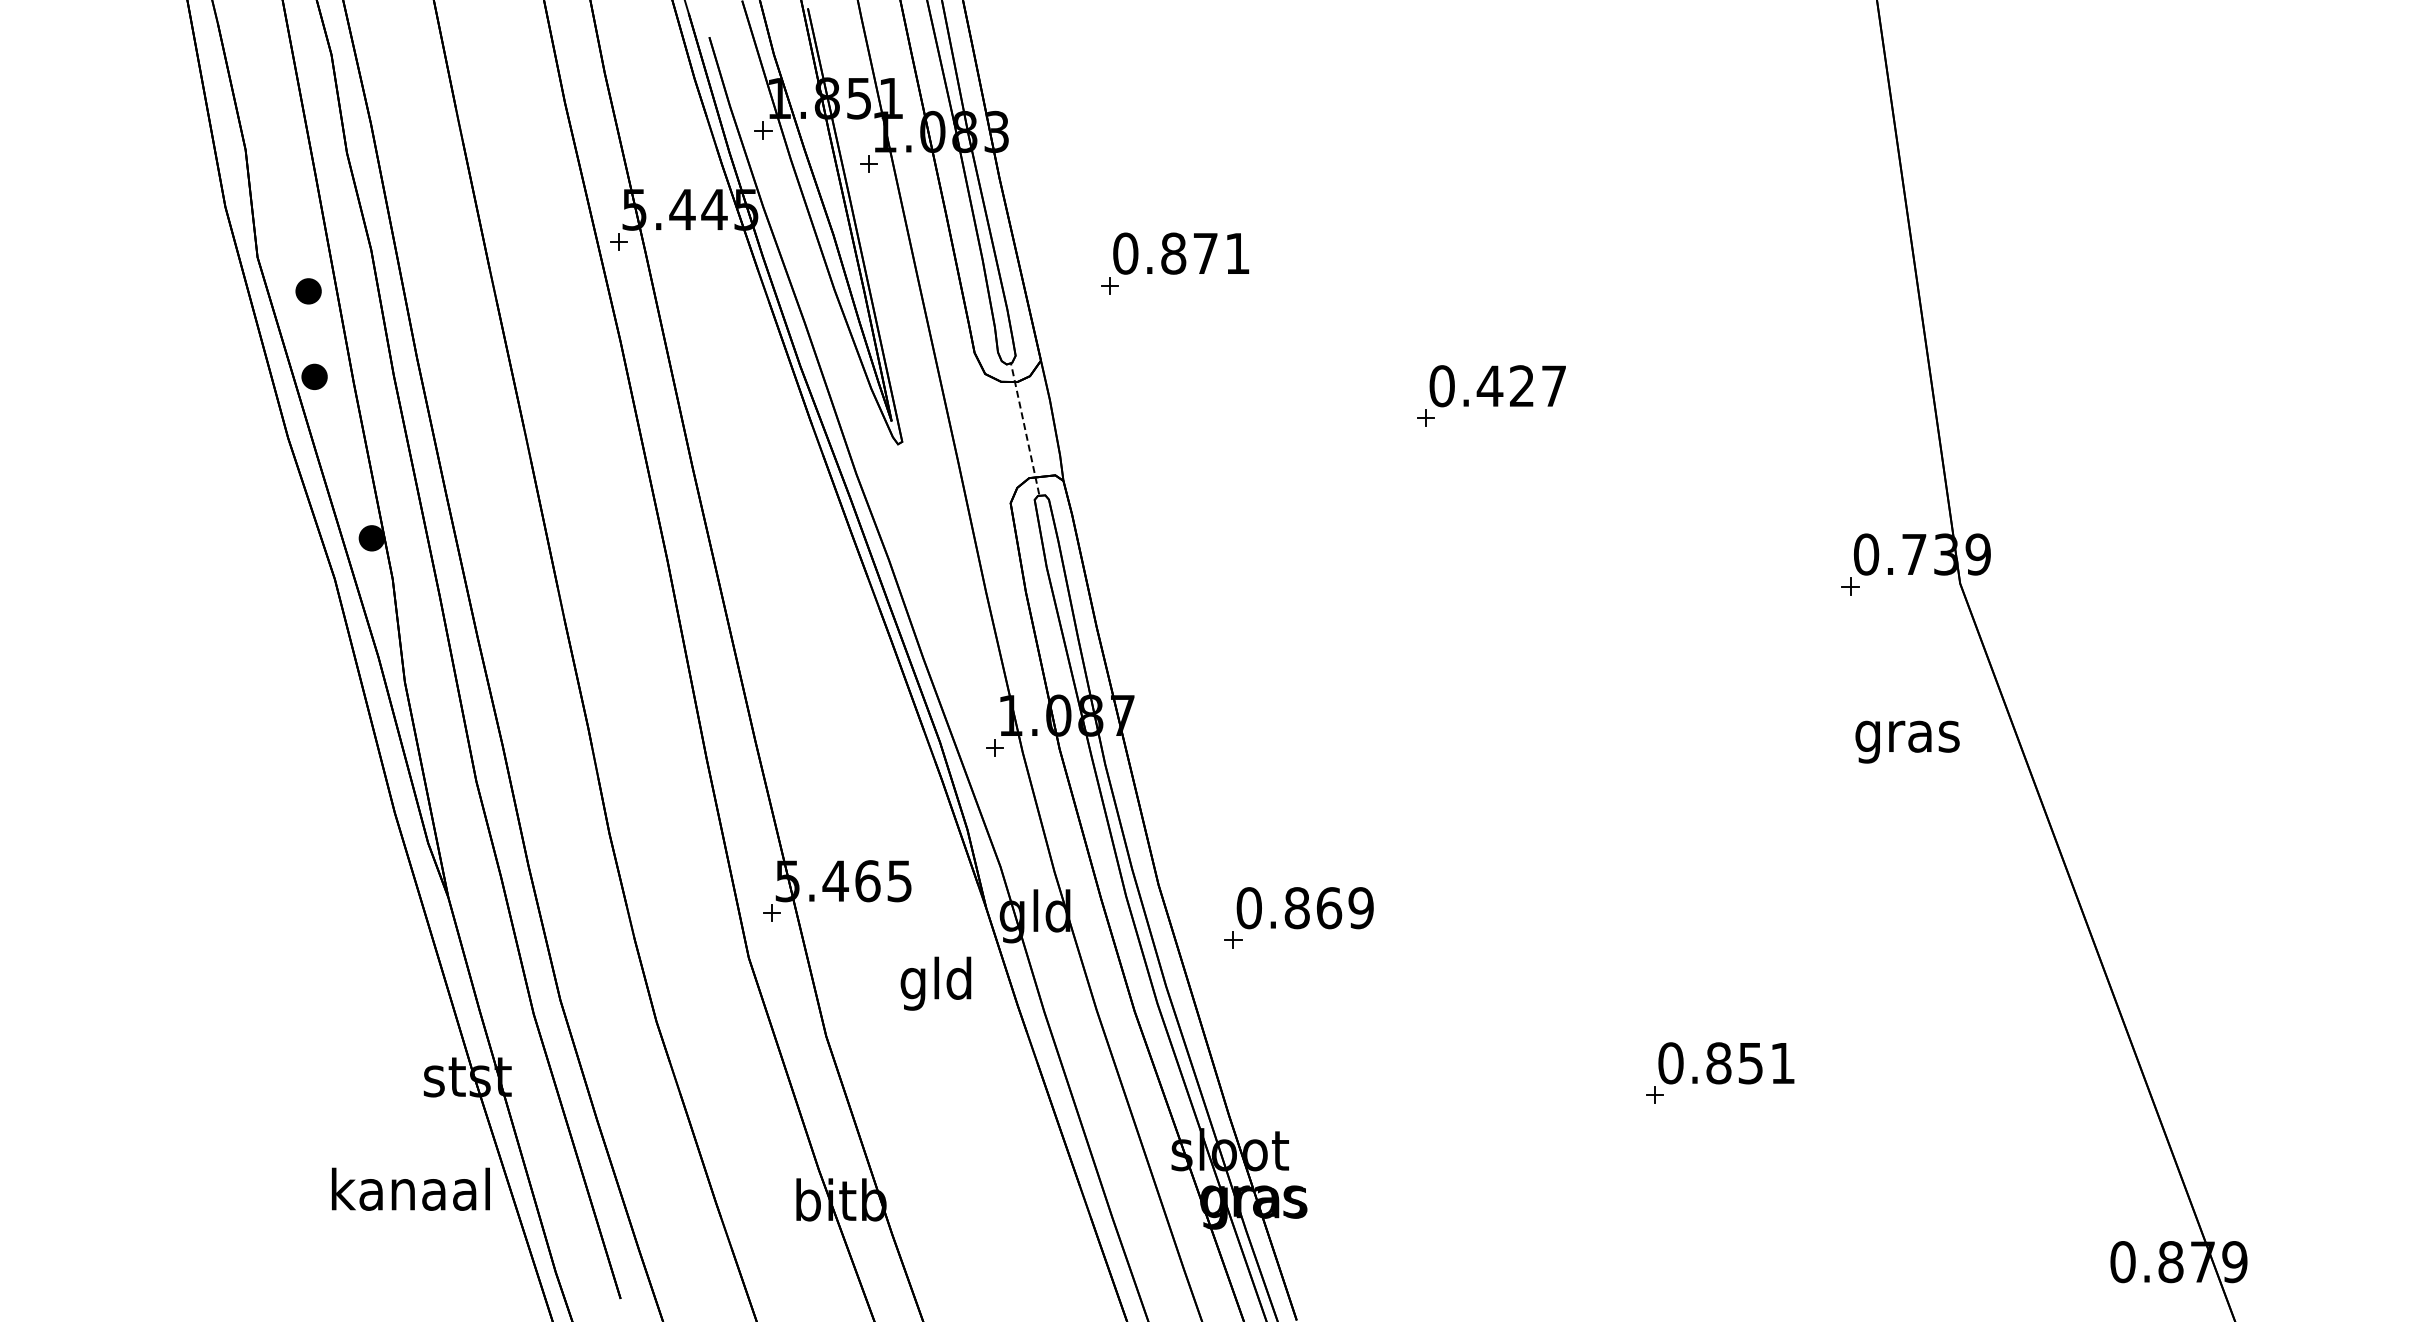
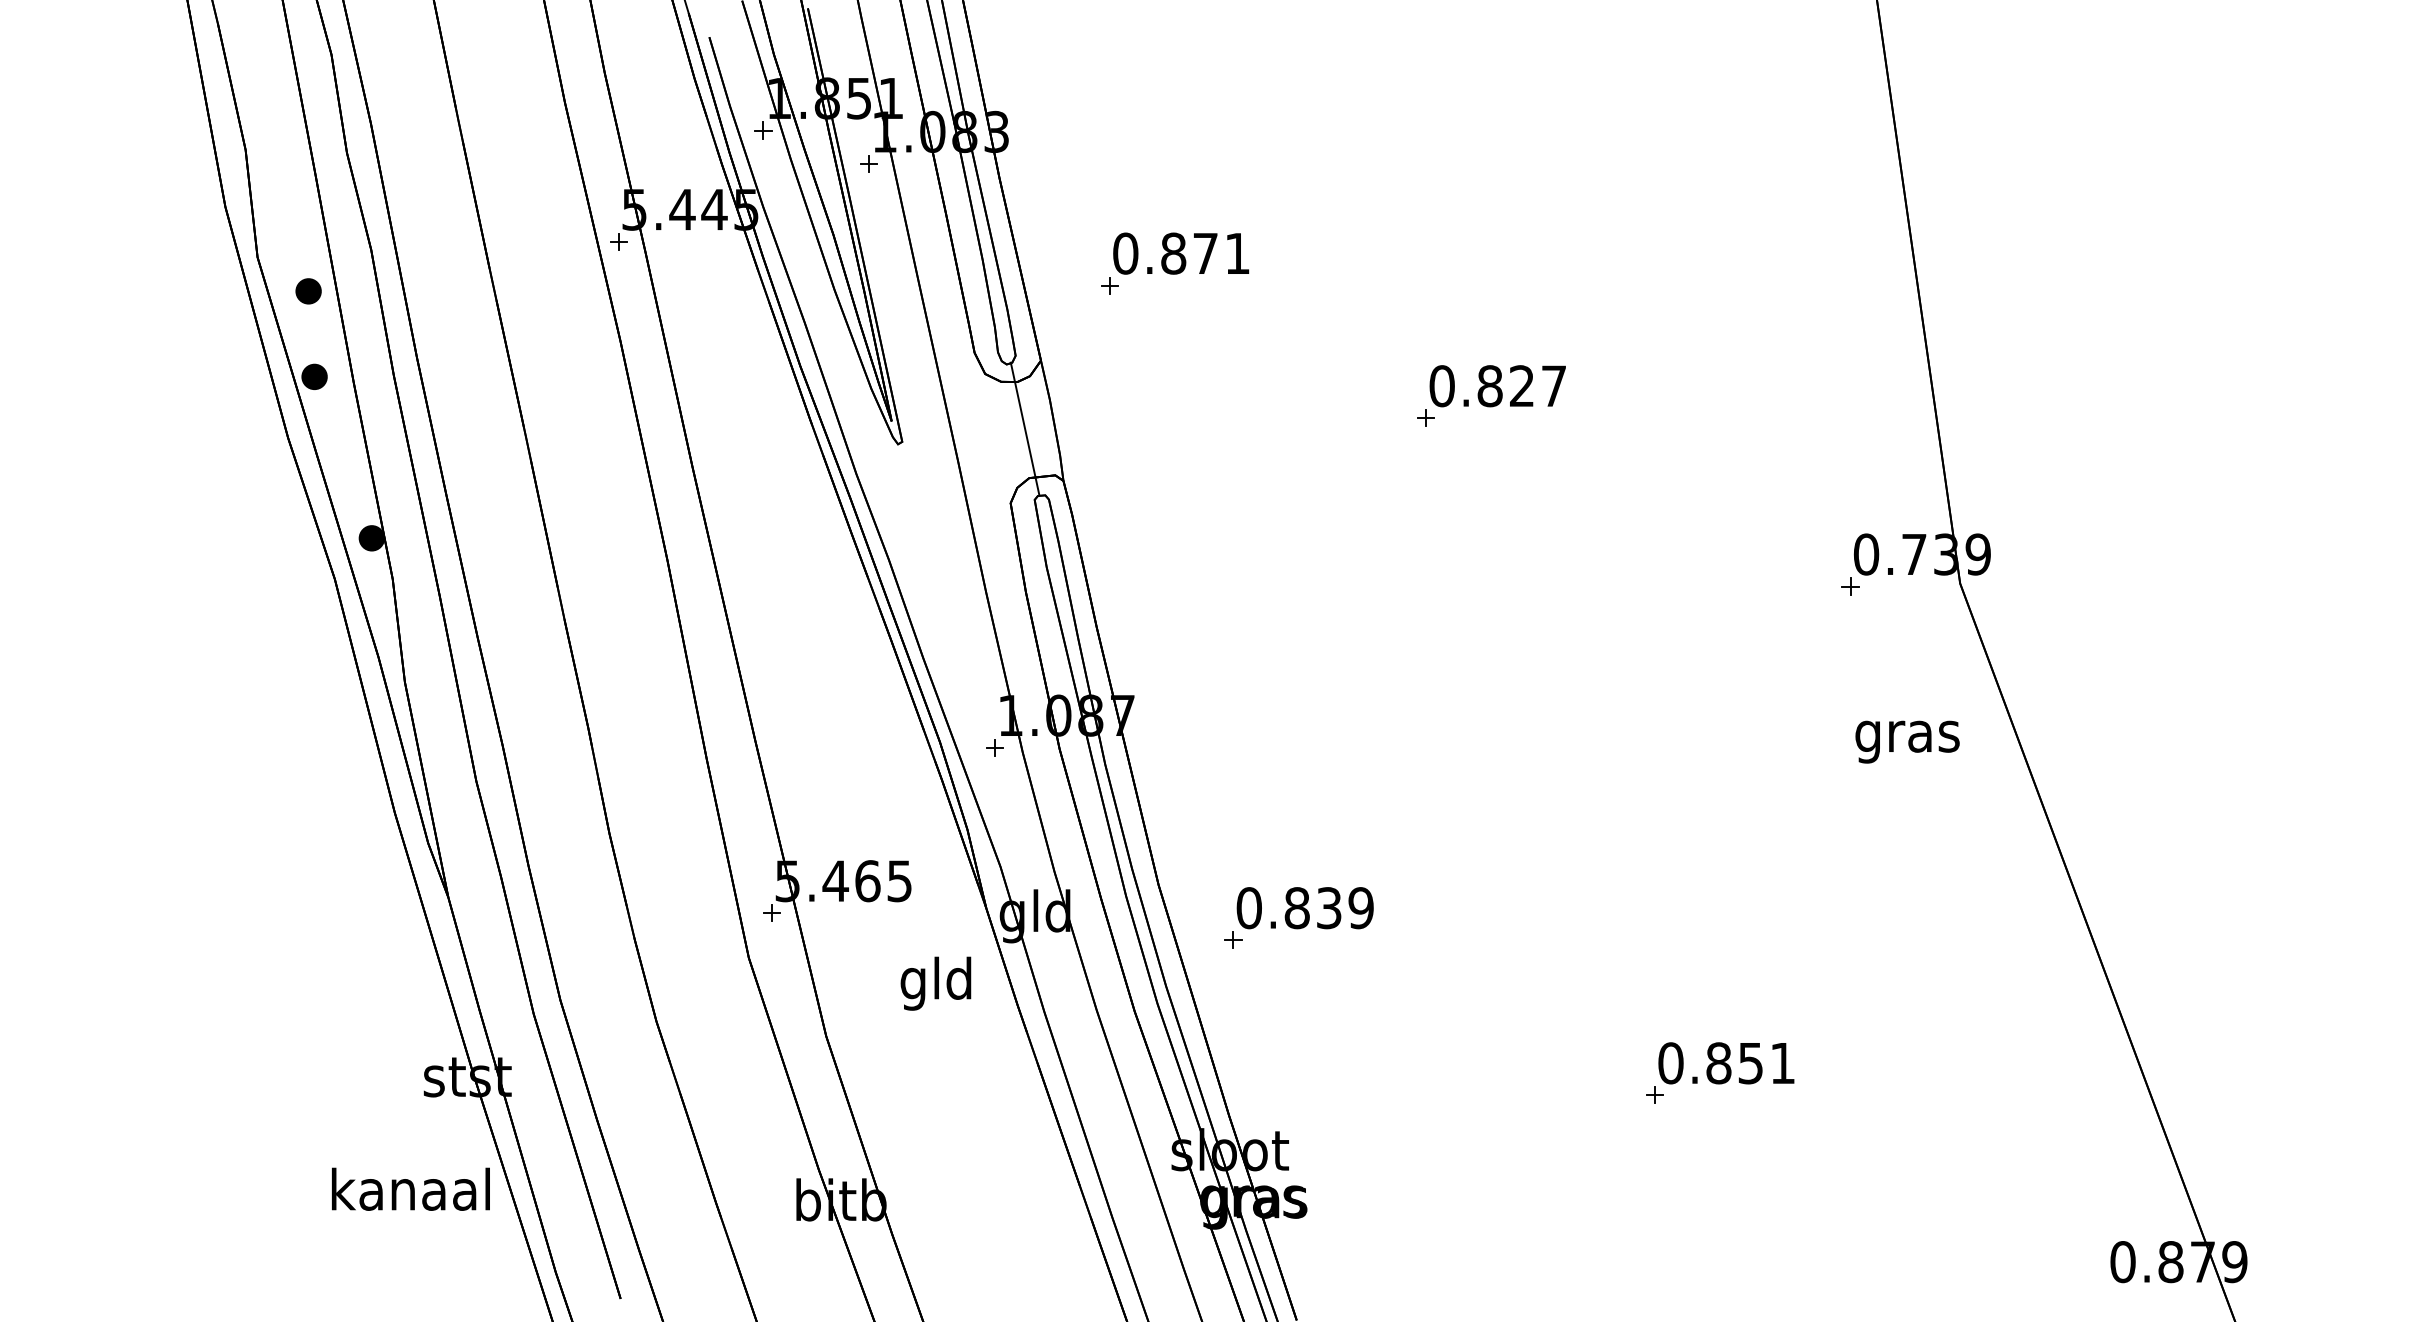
text at (1489, 386): 0.427 -> 0.827
line at (1024, 428): dashed -> solid
text at (1329, 908): 0.869 -> 0.839
